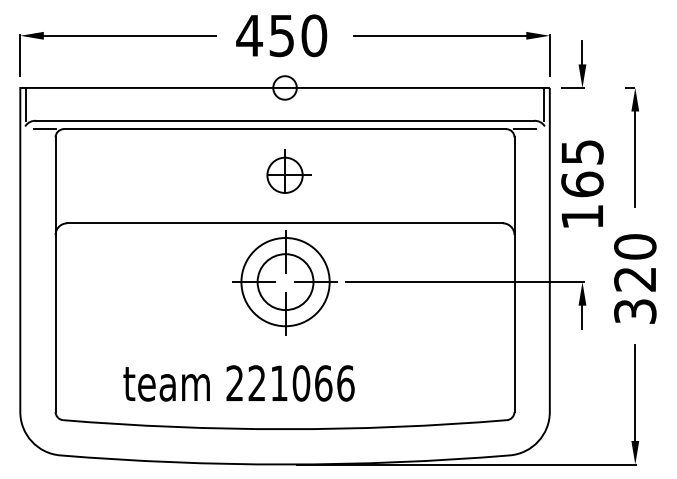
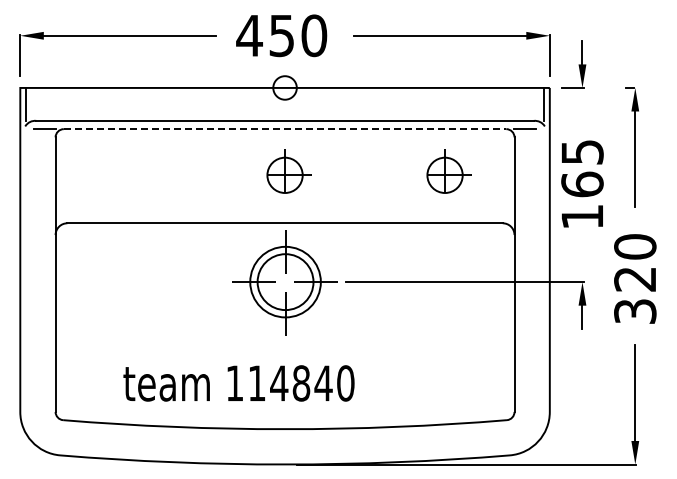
line at (285, 129): solid -> dashed
part at (448, 171): none -> present
circle at (285, 282) diameter: 88 px -> 71 px
text at (290, 383): 221066 -> 114840
